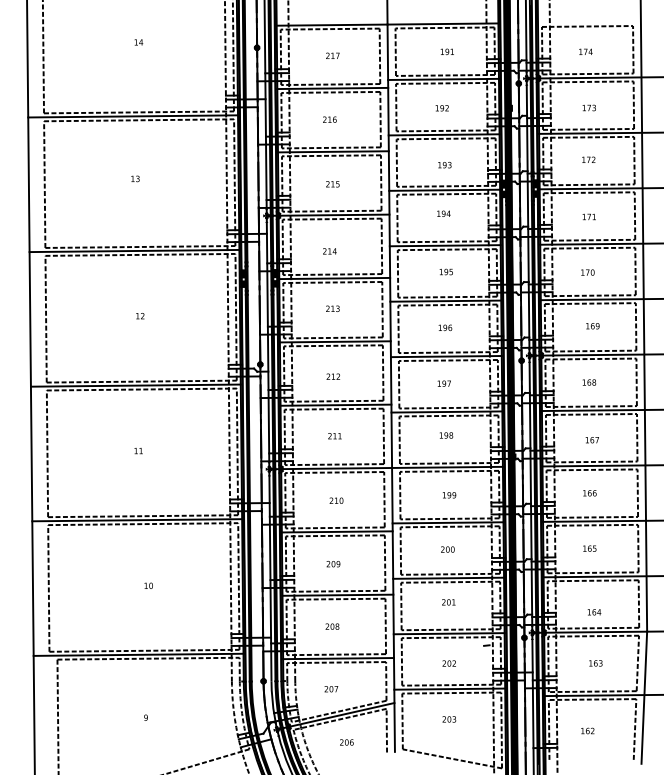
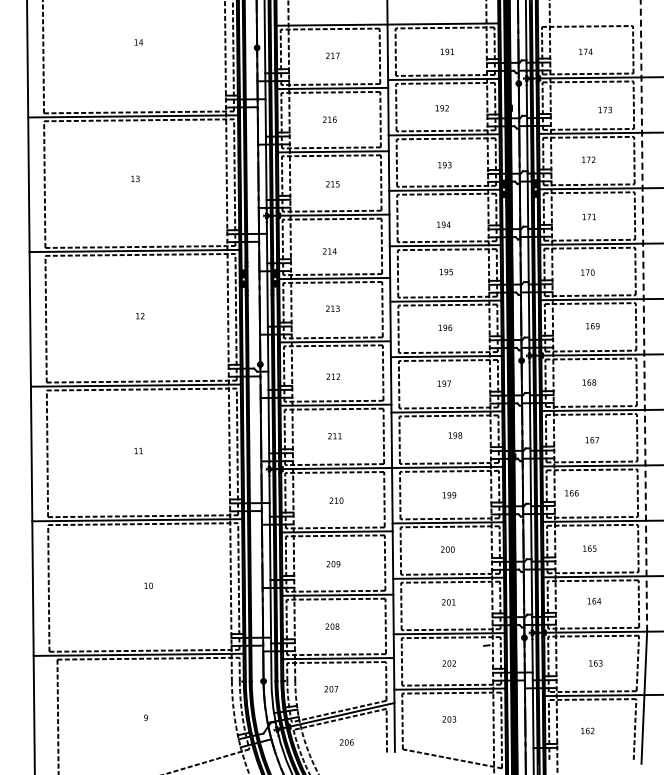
text at (588, 107) position: (588, 107) -> (604, 109)
text at (443, 213) position: (443, 213) -> (443, 224)
line at (643, 315): solid -> dashed
text at (446, 435) position: (446, 435) -> (455, 435)
text at (589, 493) position: (589, 493) -> (571, 493)
text at (594, 612) position: (594, 612) -> (594, 601)
